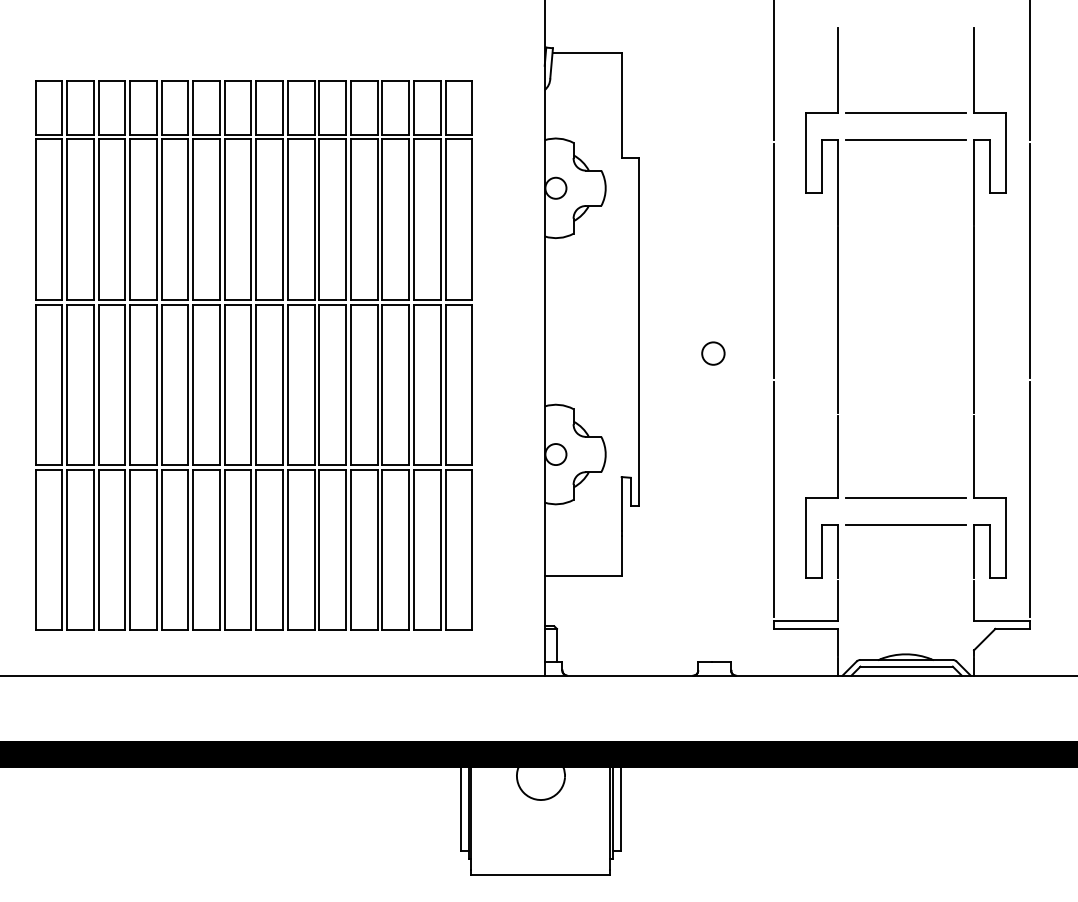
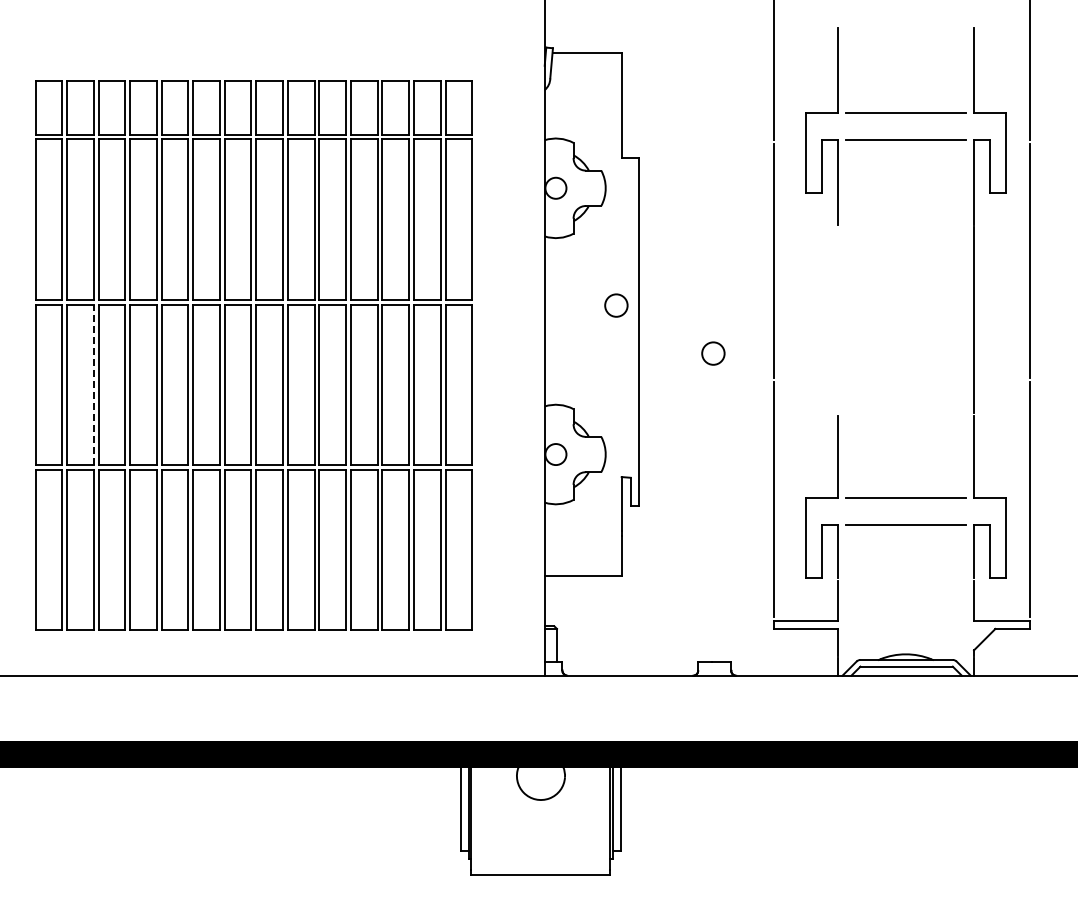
circle at (616, 305): none -> present
line at (837, 320): present -> none
line at (93, 384): solid -> dashed
